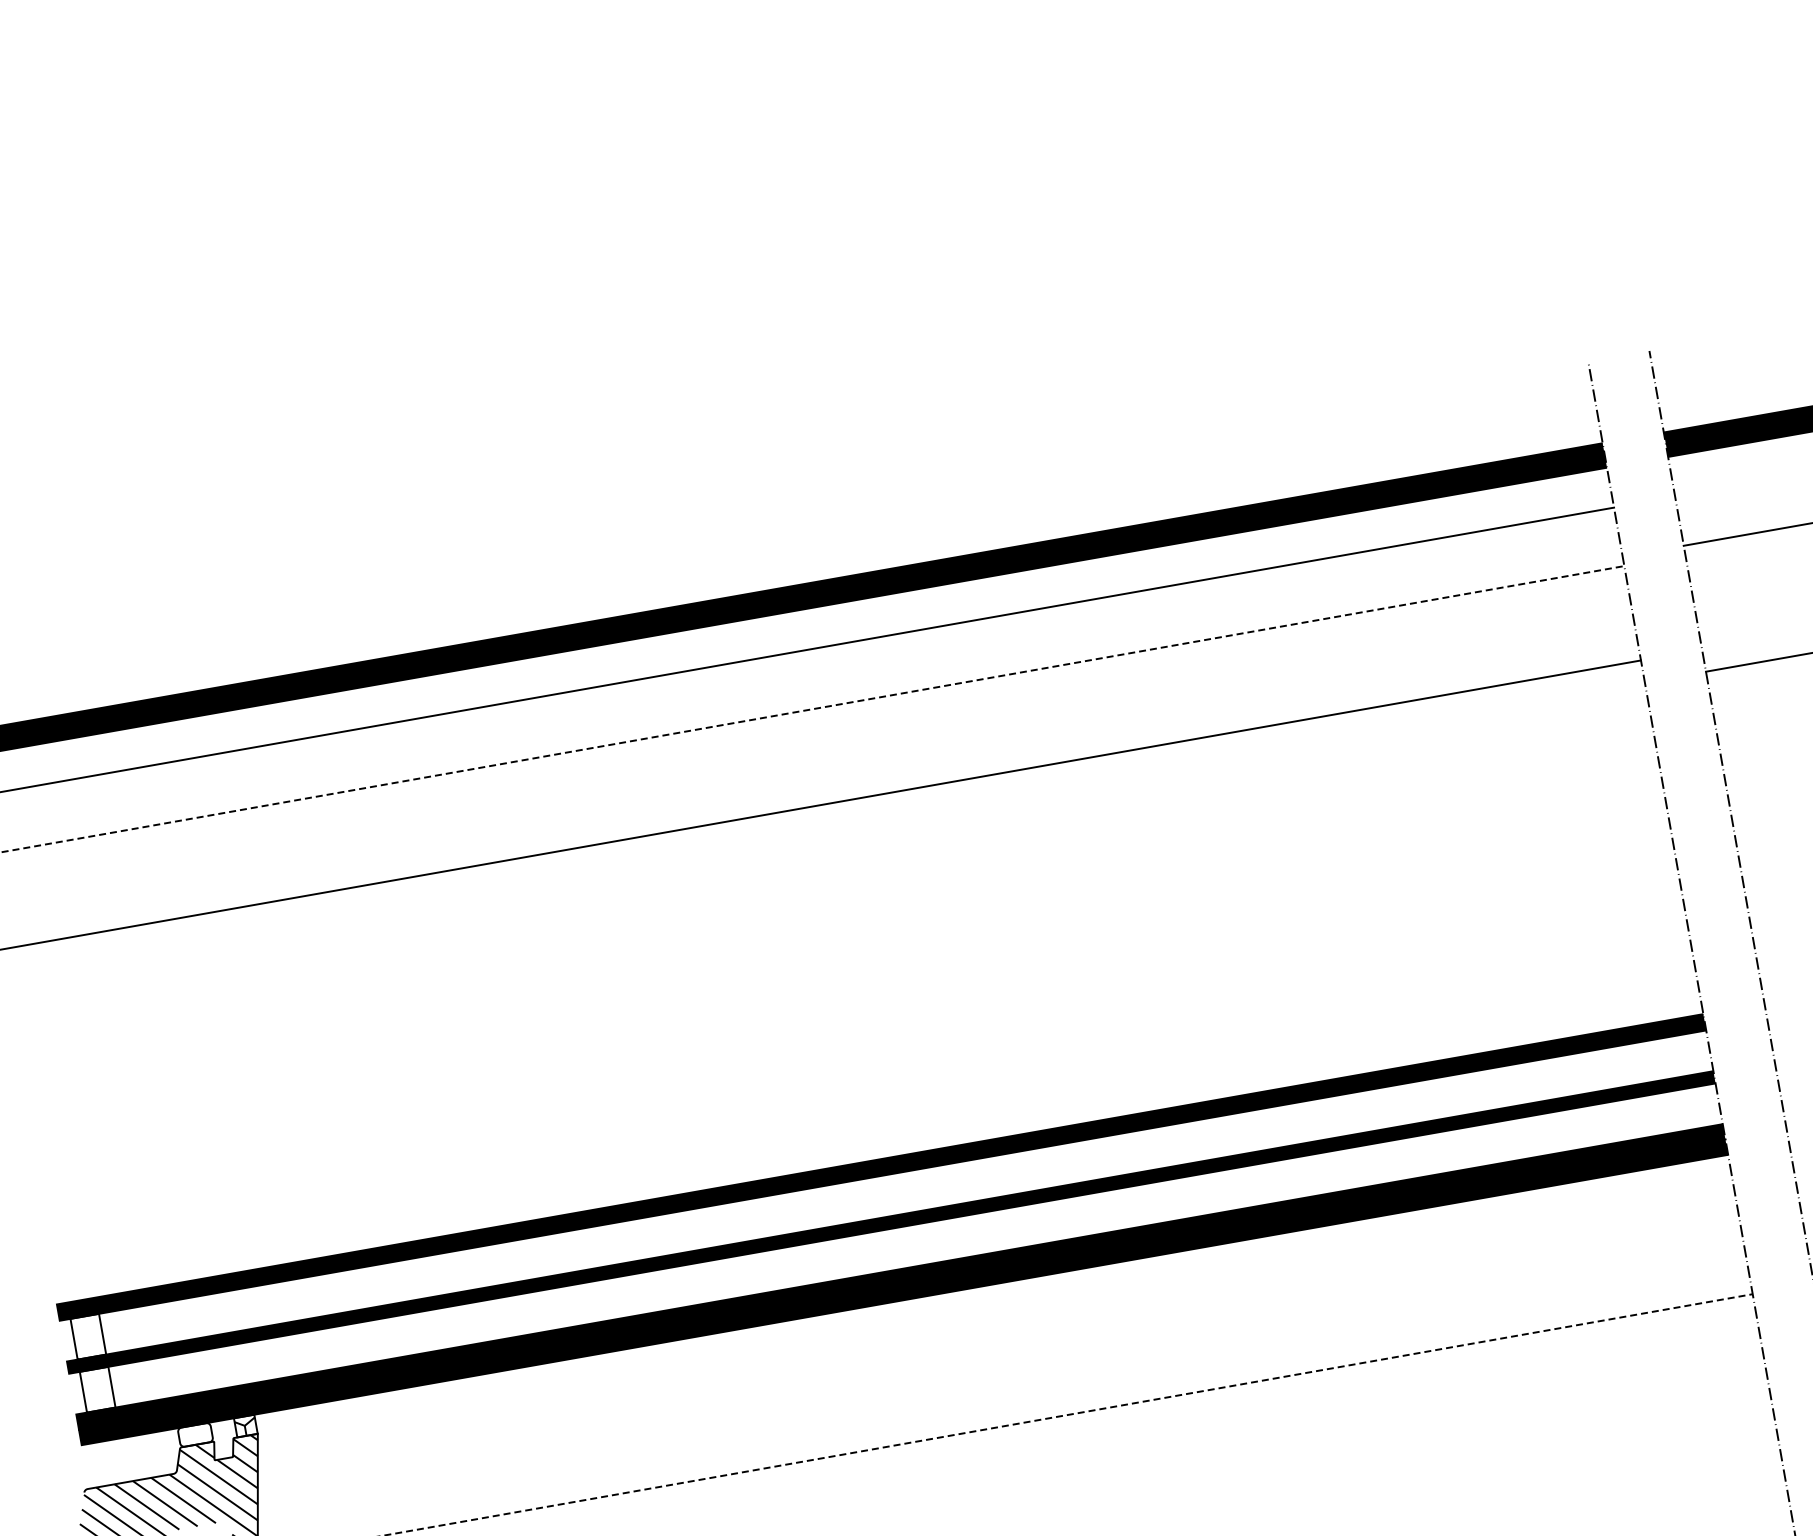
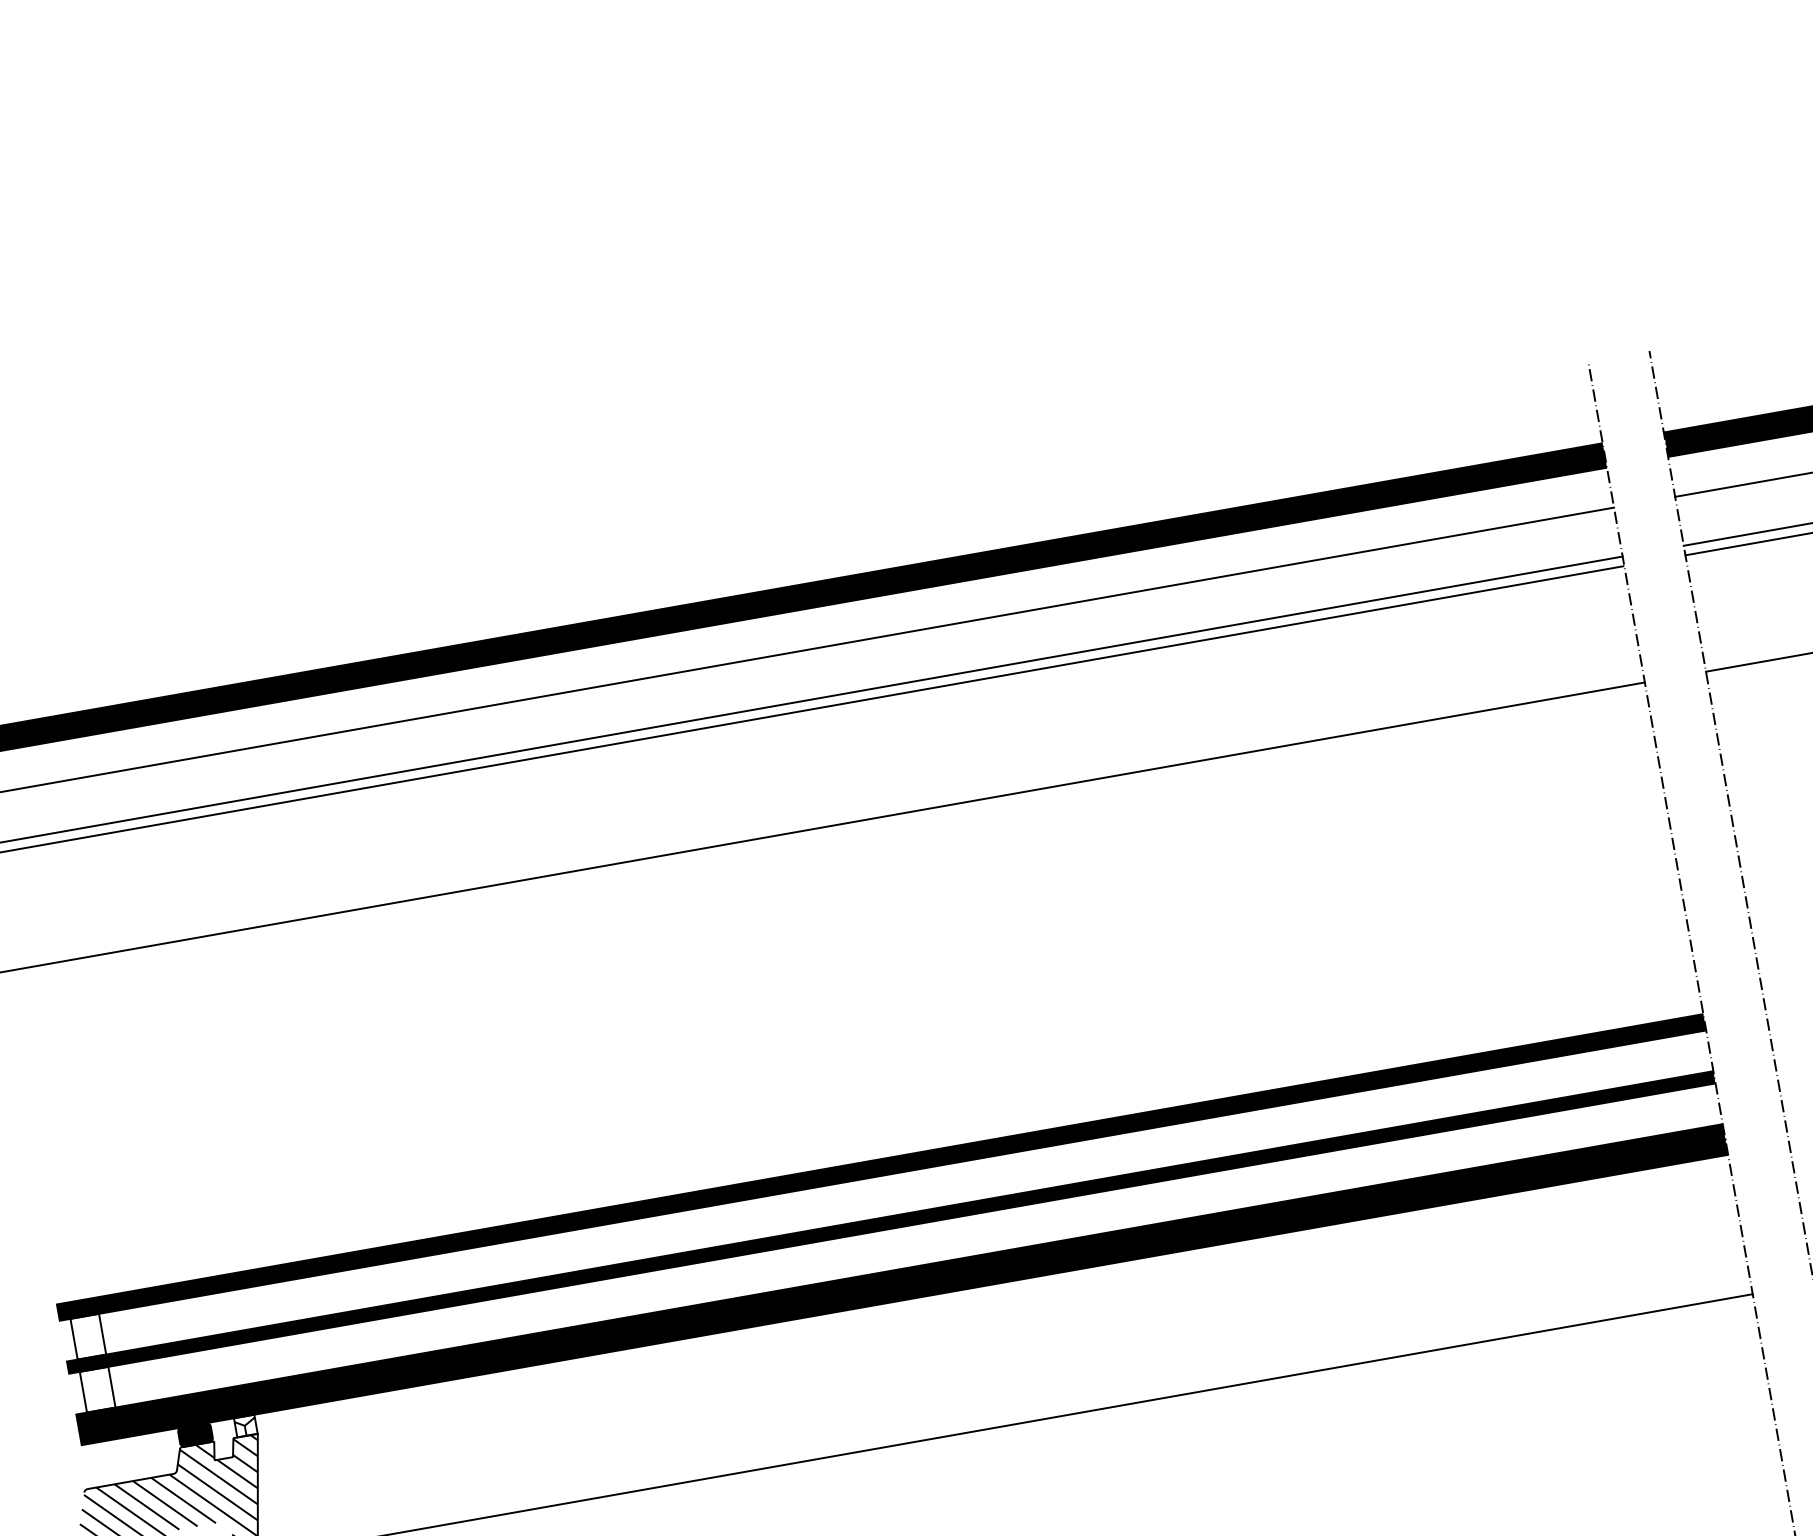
line at (1742, 484): none -> present
line at (1747, 544): none -> present
line at (812, 699): none -> present
line at (812, 709): dashed -> solid
line at (821, 804) position: (821, 804) -> (823, 827)
line at (1067, 1415): dashed -> solid
fill at (195, 1434): none -> present
